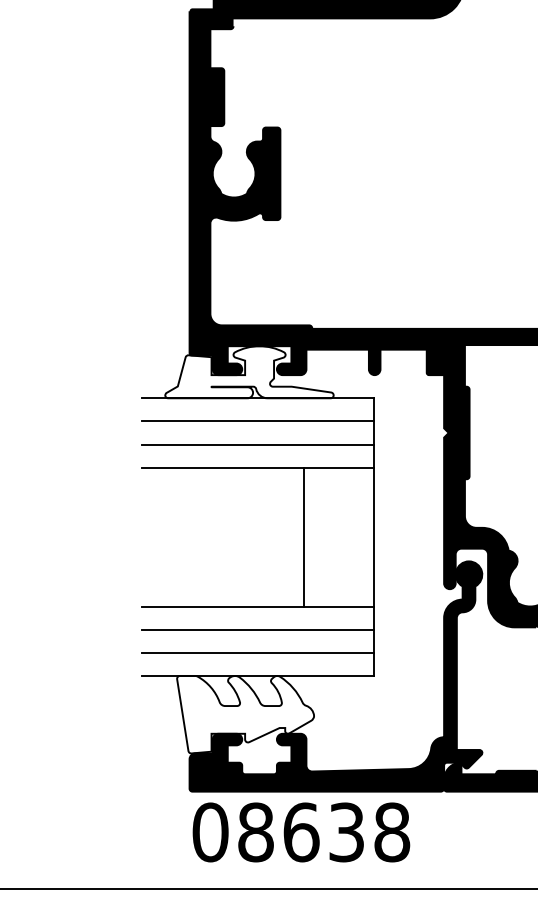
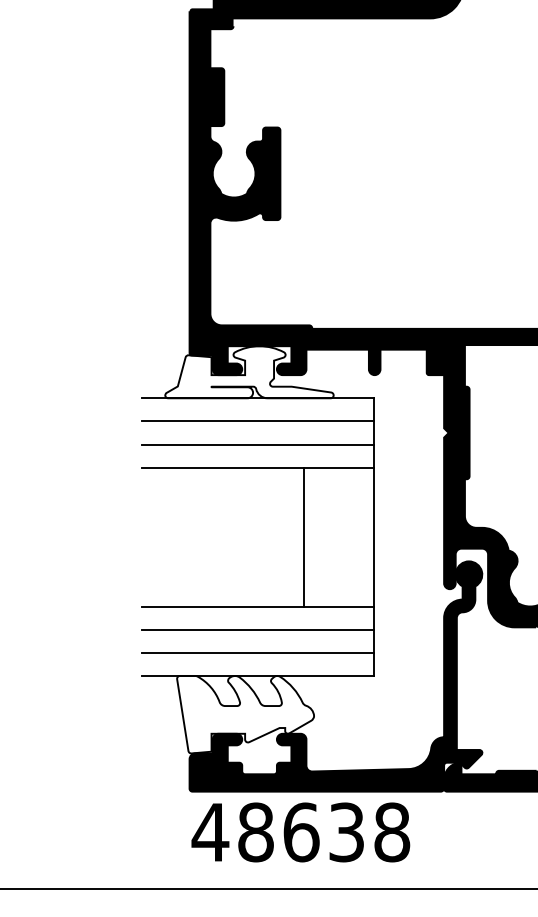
text at (210, 832): 08638 -> 48638
